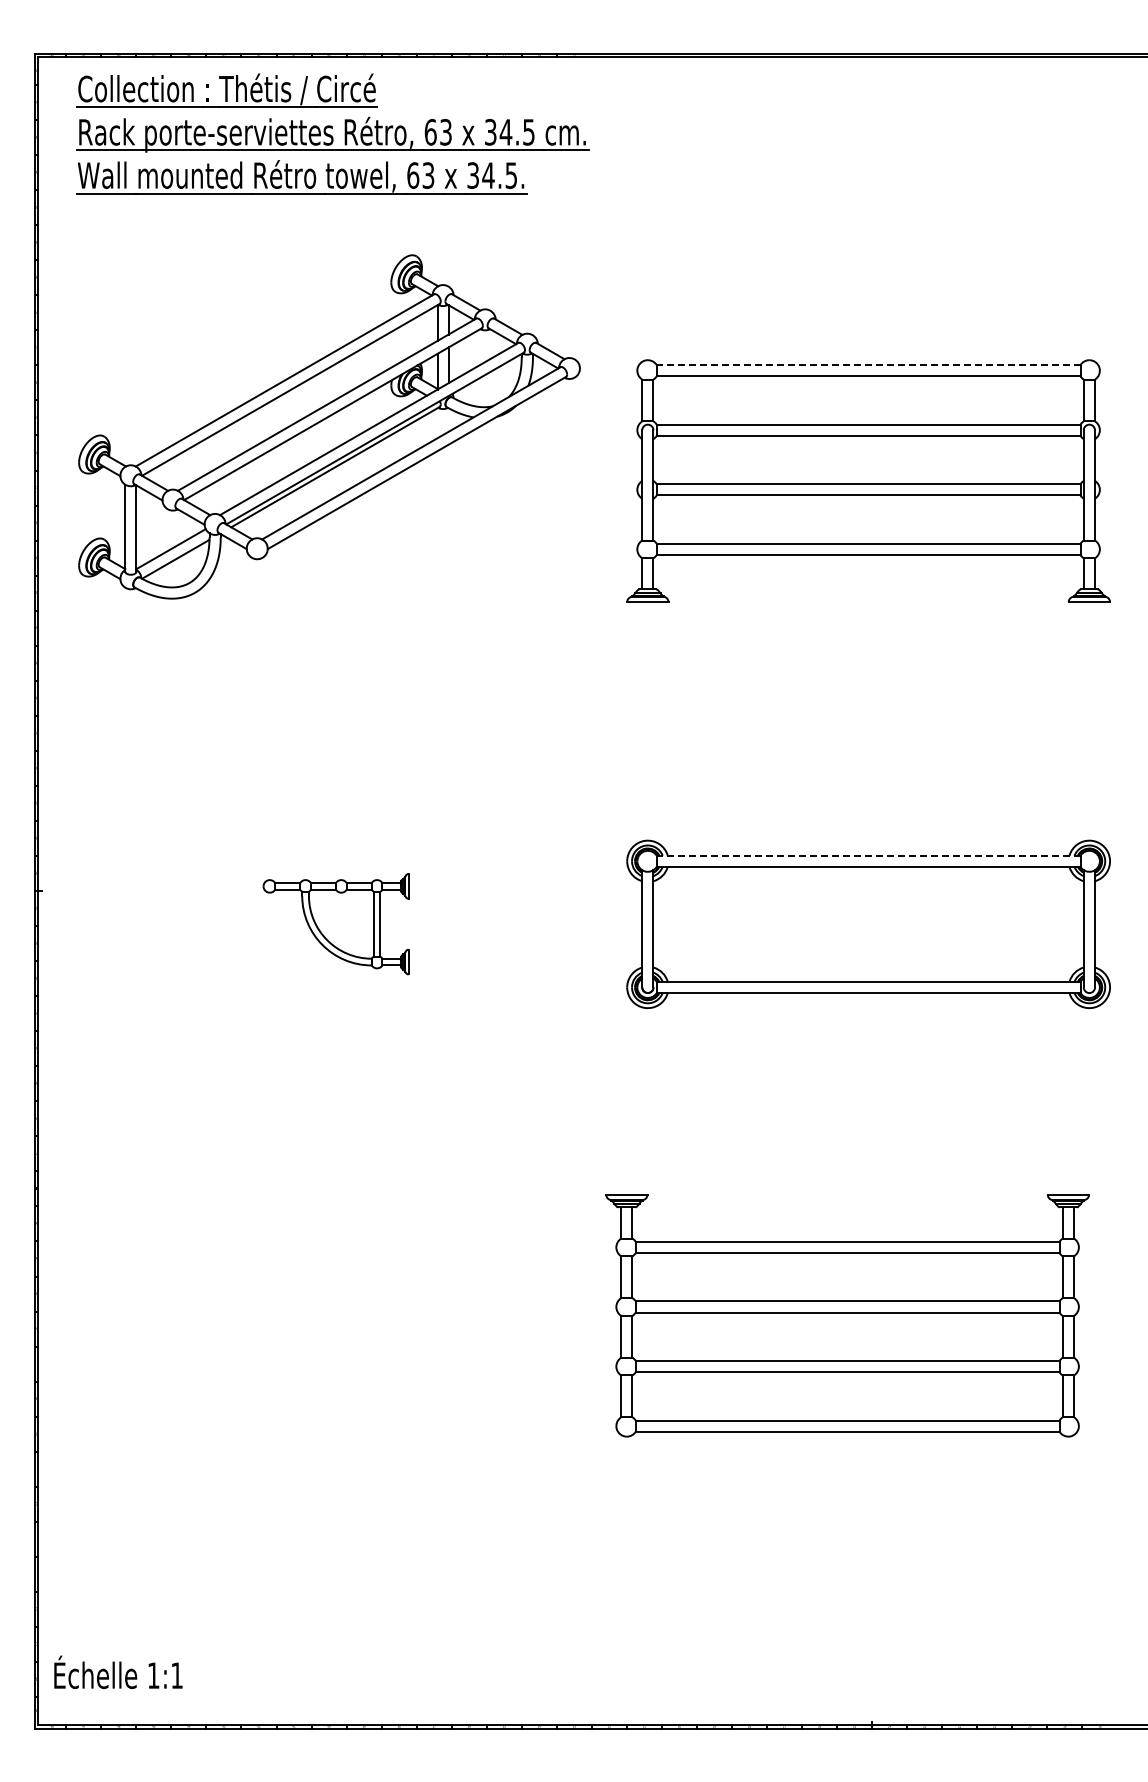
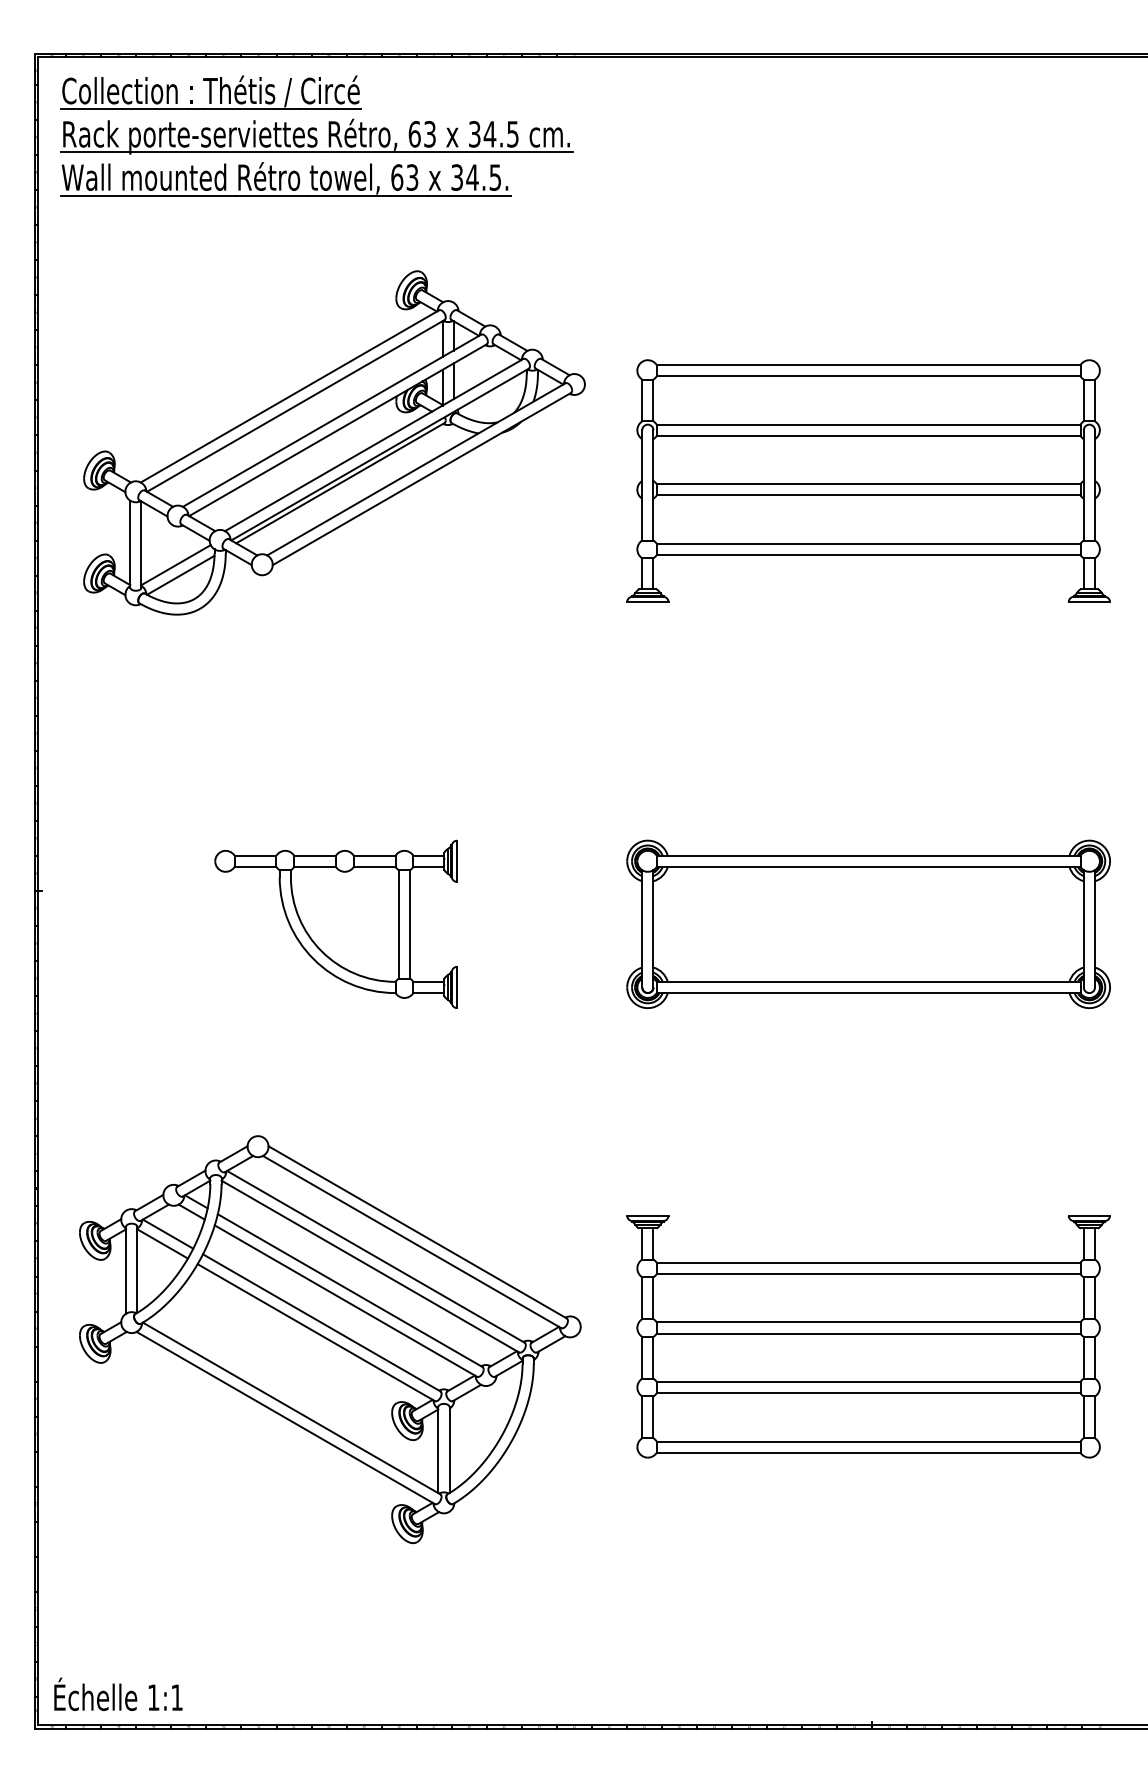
part at (332, 133) position: (332, 133) -> (316, 135)
line at (868, 365): dashed -> solid
part at (329, 426) position: (329, 426) -> (334, 442)
line at (868, 855): dashed -> solid
part at (335, 924) size: 148x103 px -> 244x170 px
part at (847, 1315) position: (847, 1315) -> (868, 1336)
part at (330, 1339): none -> present
text at (118, 1671) position: (118, 1671) -> (118, 1693)
